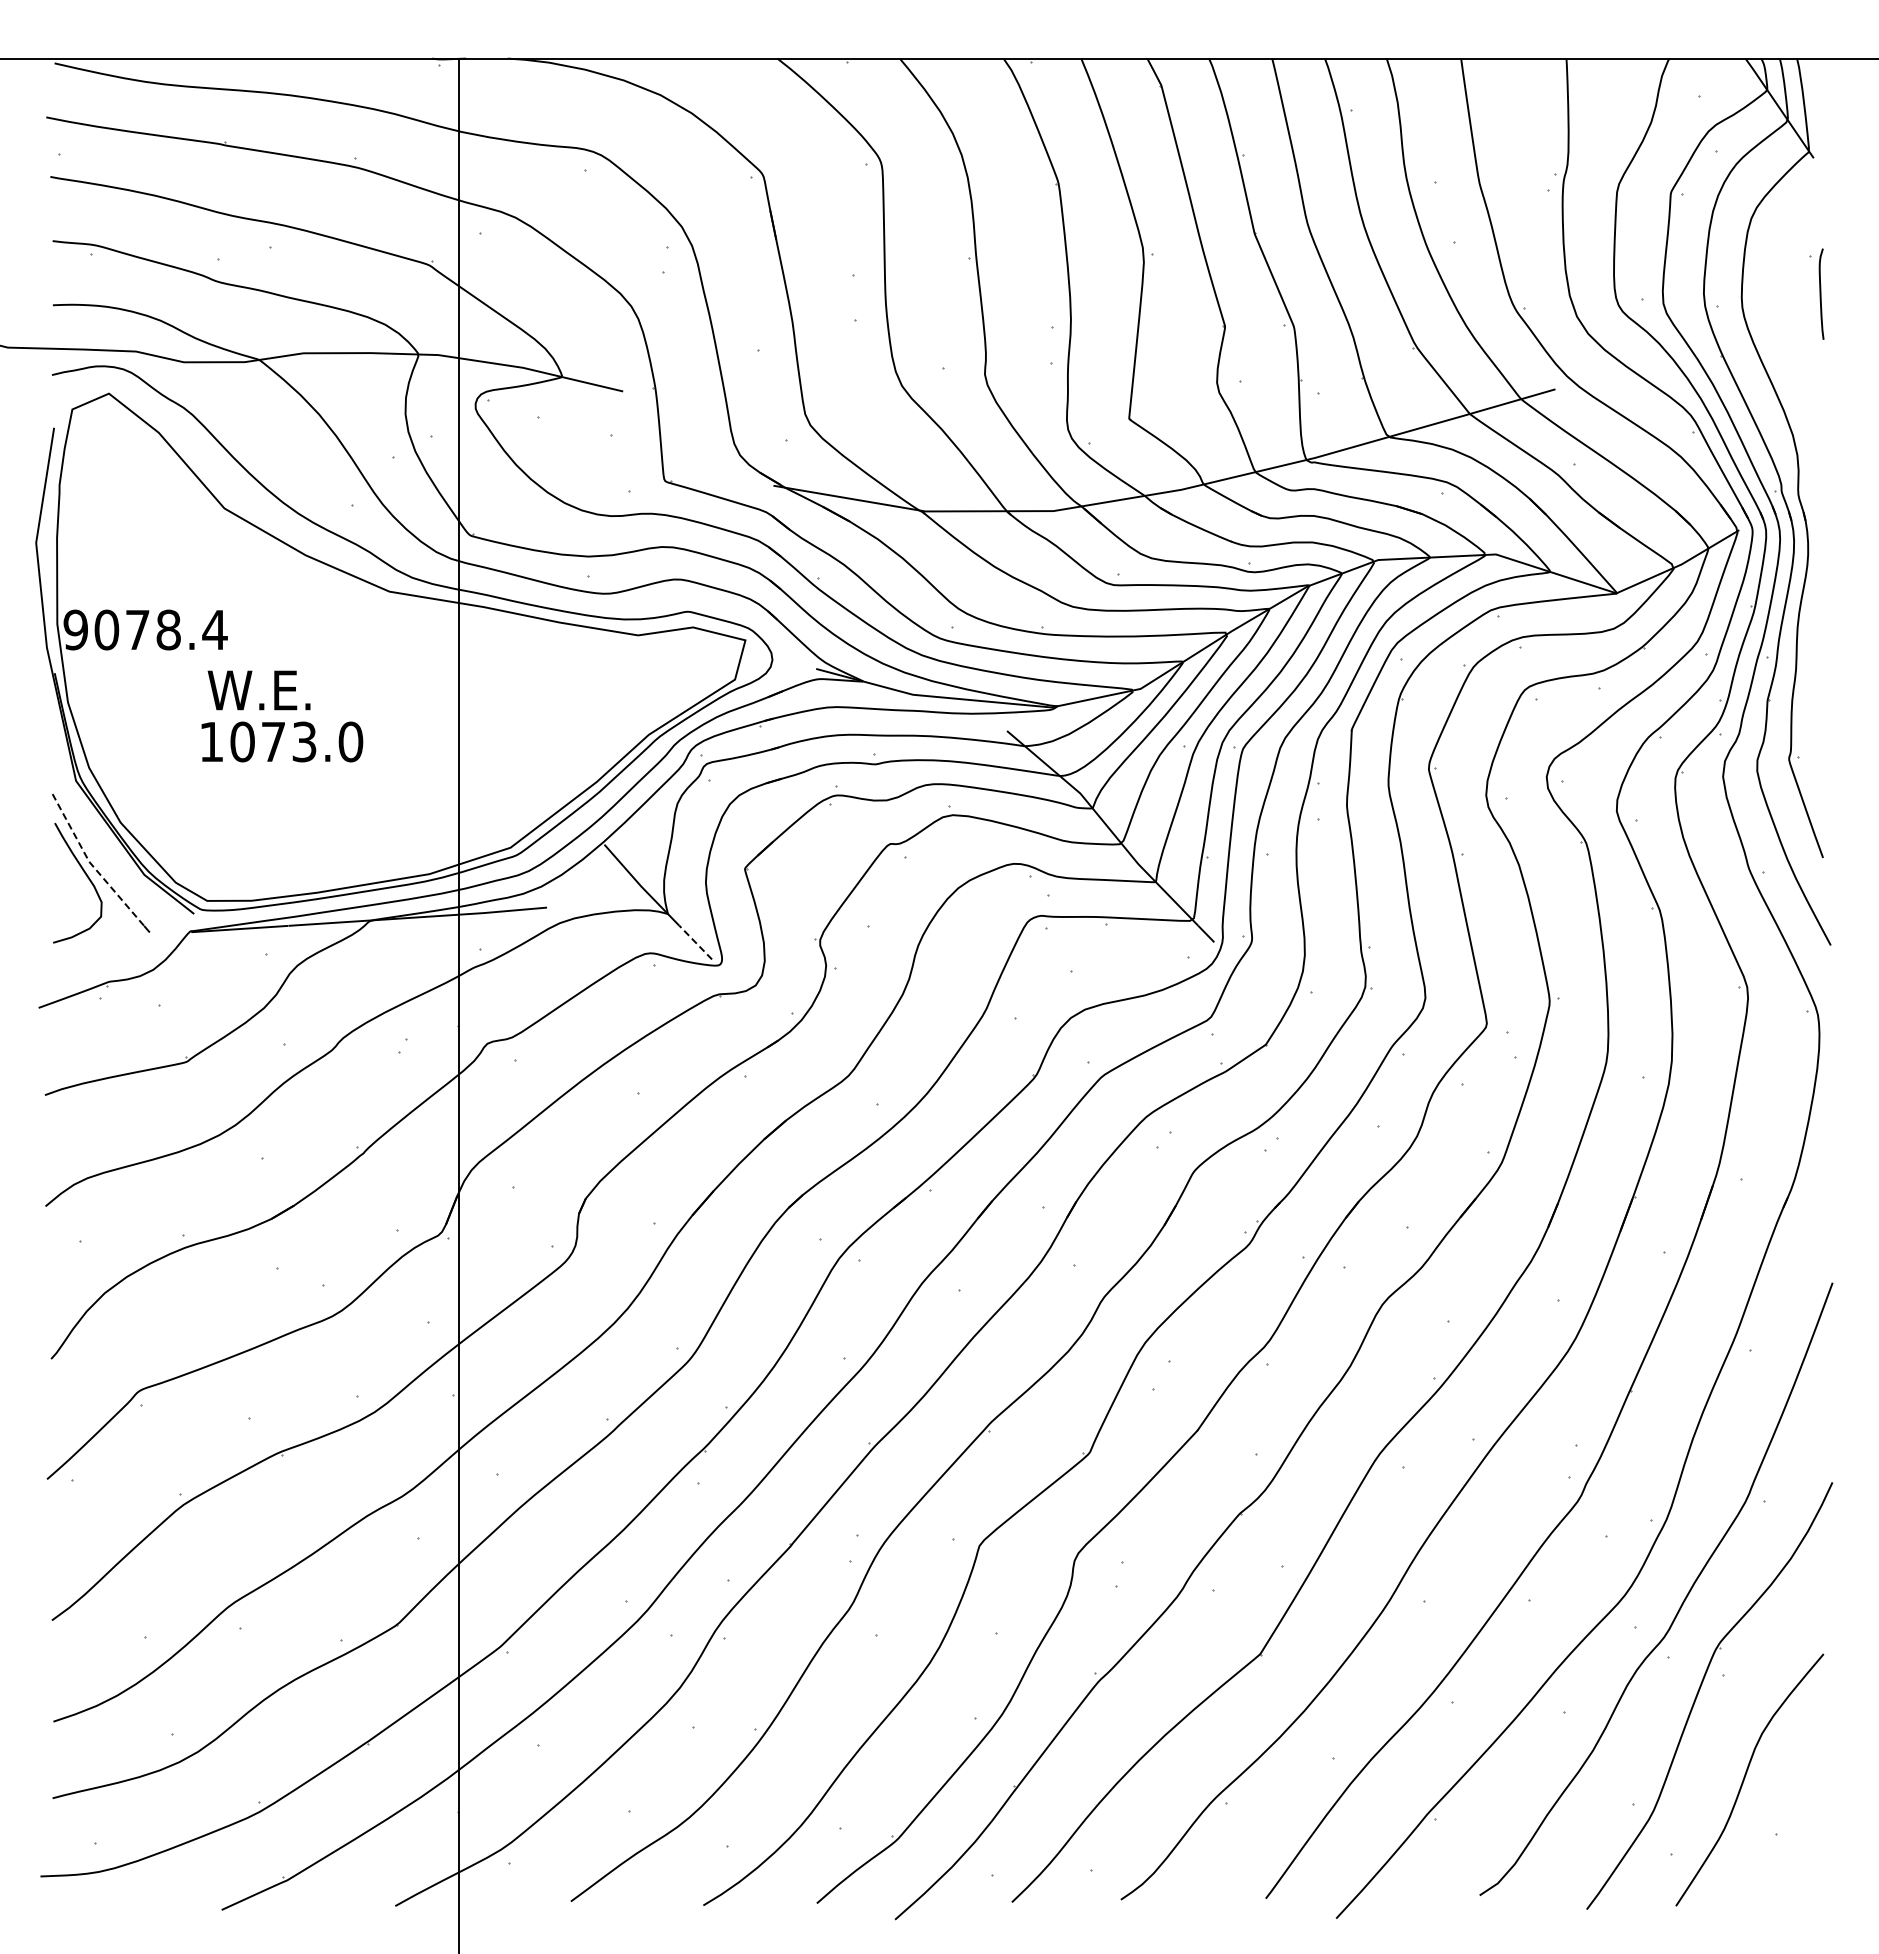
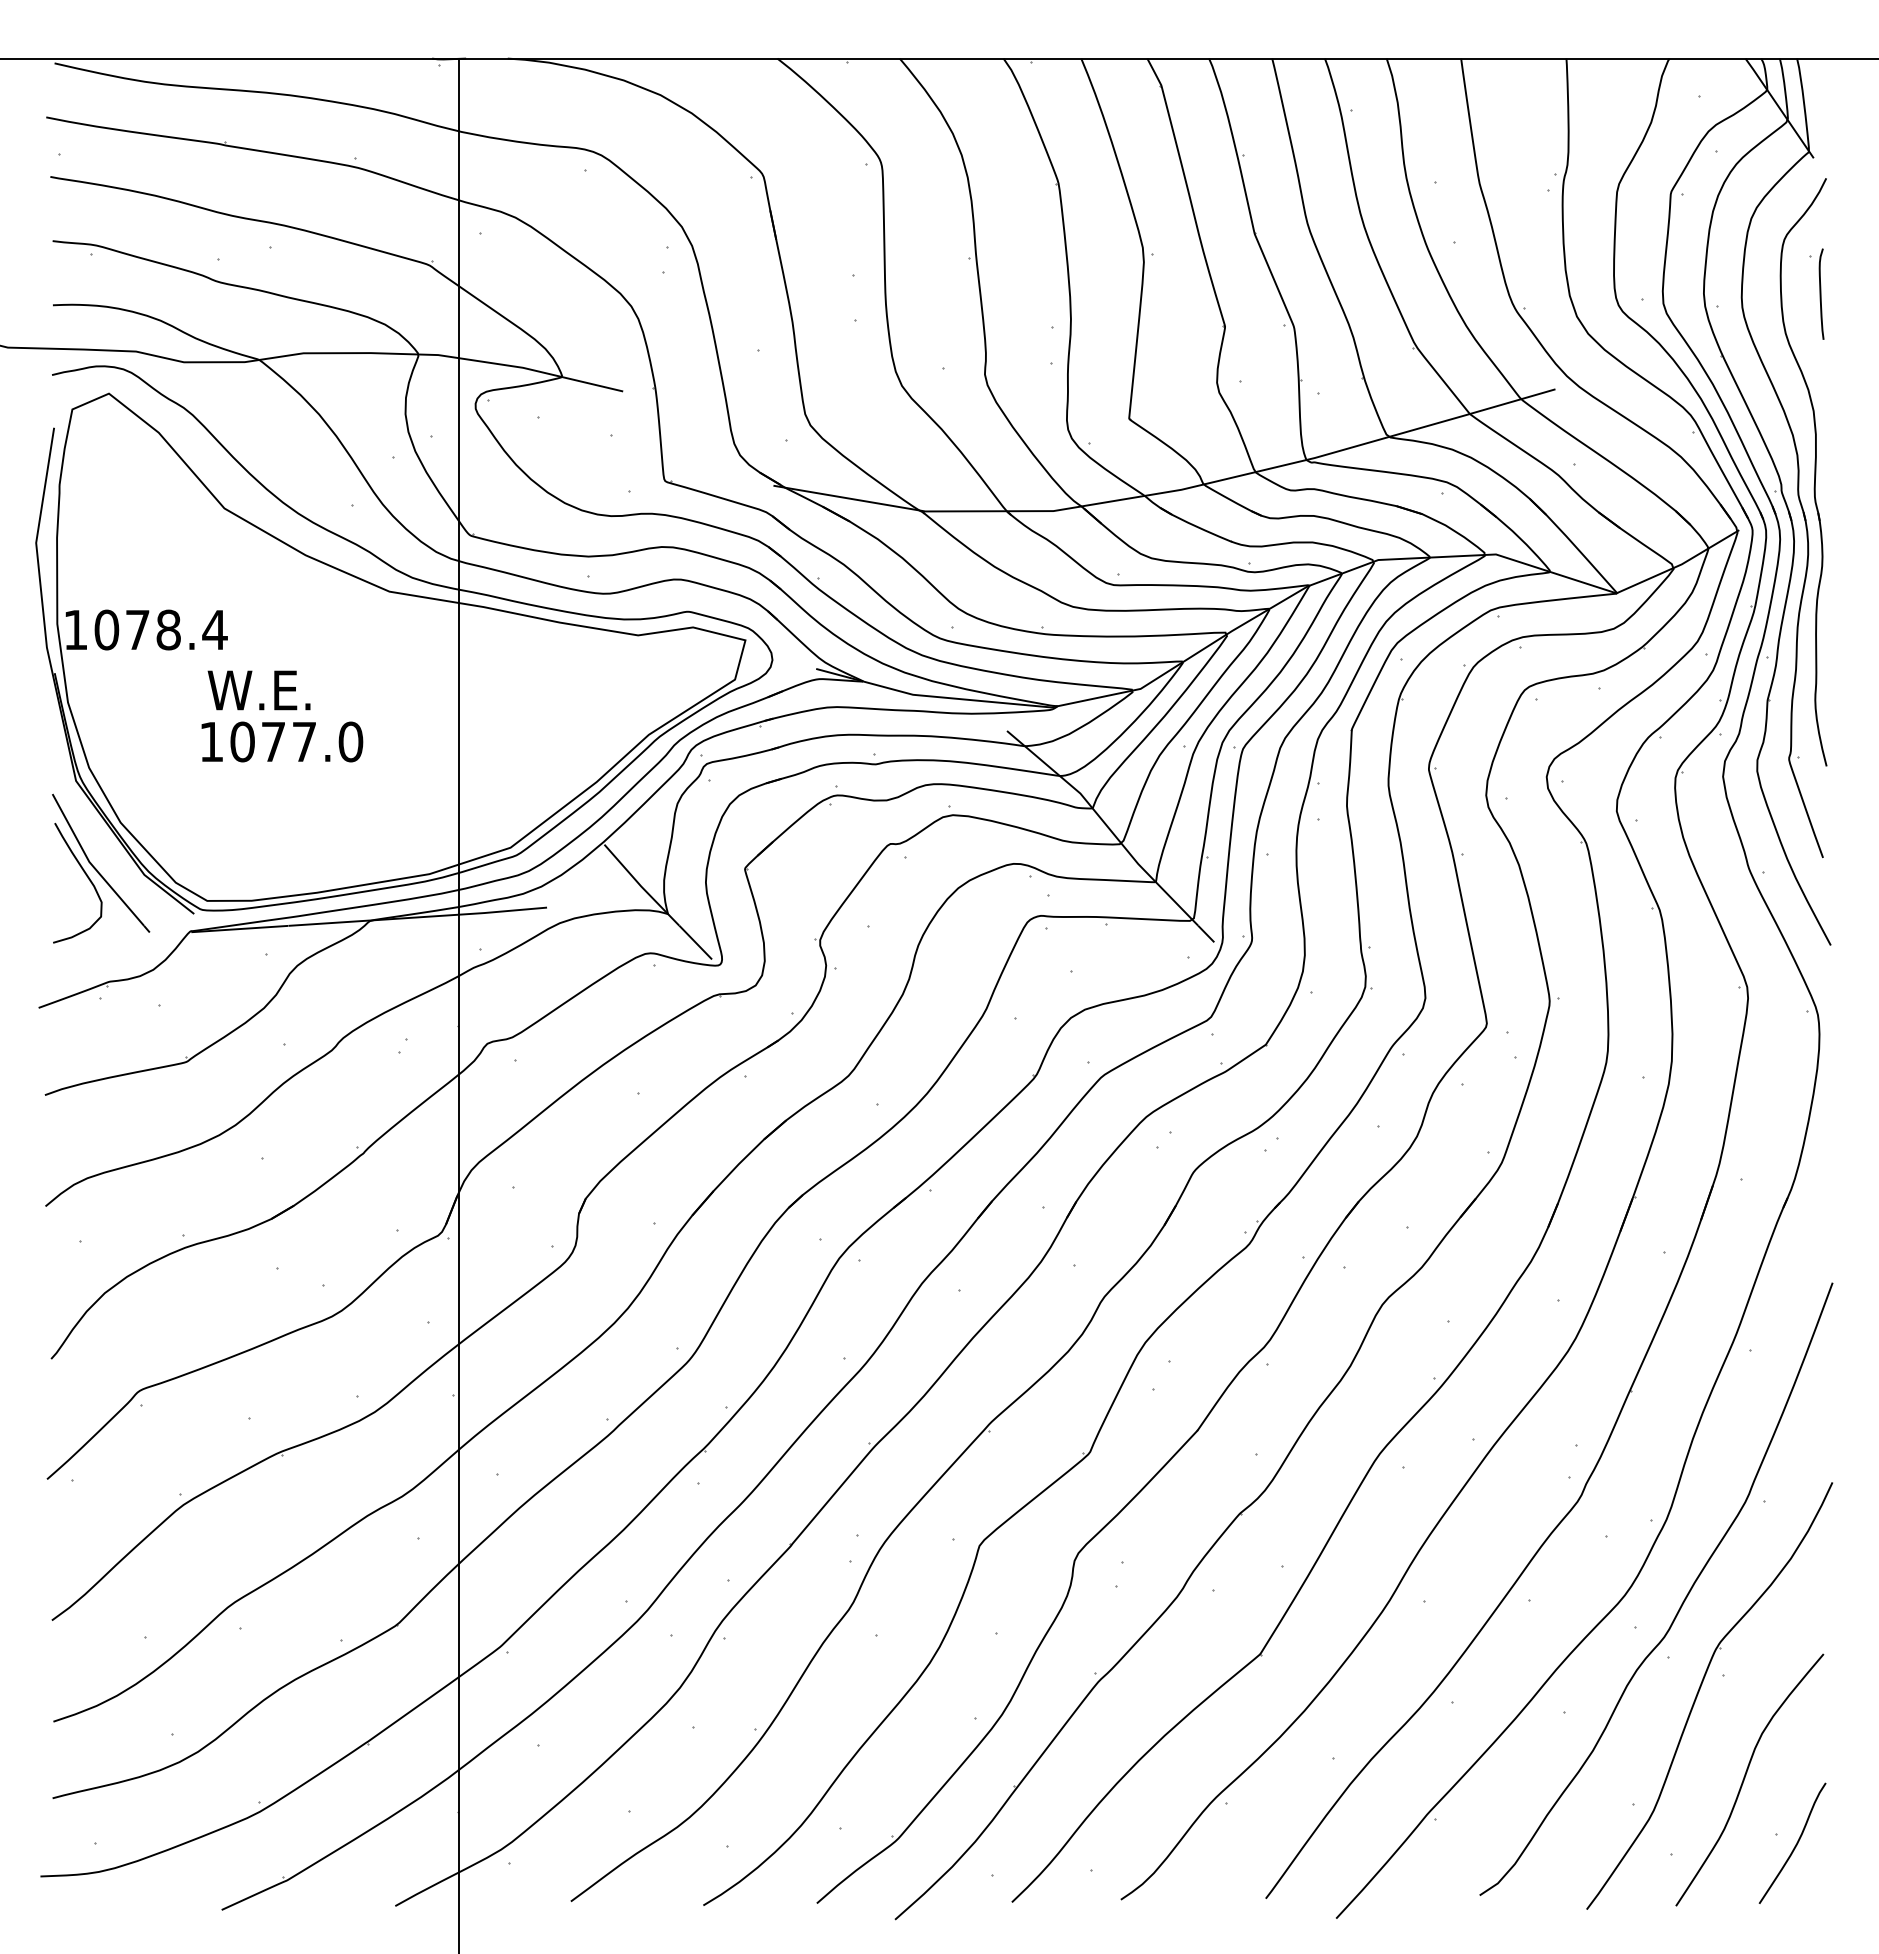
part at (1814, 472): none -> present
text at (75, 629): 9078.4 -> 1078.4
text at (304, 741): 1073.0 -> 1077.0
line at (91, 864): dashed -> solid
line at (695, 942): dashed -> solid
curve at (1795, 1844): none -> present
